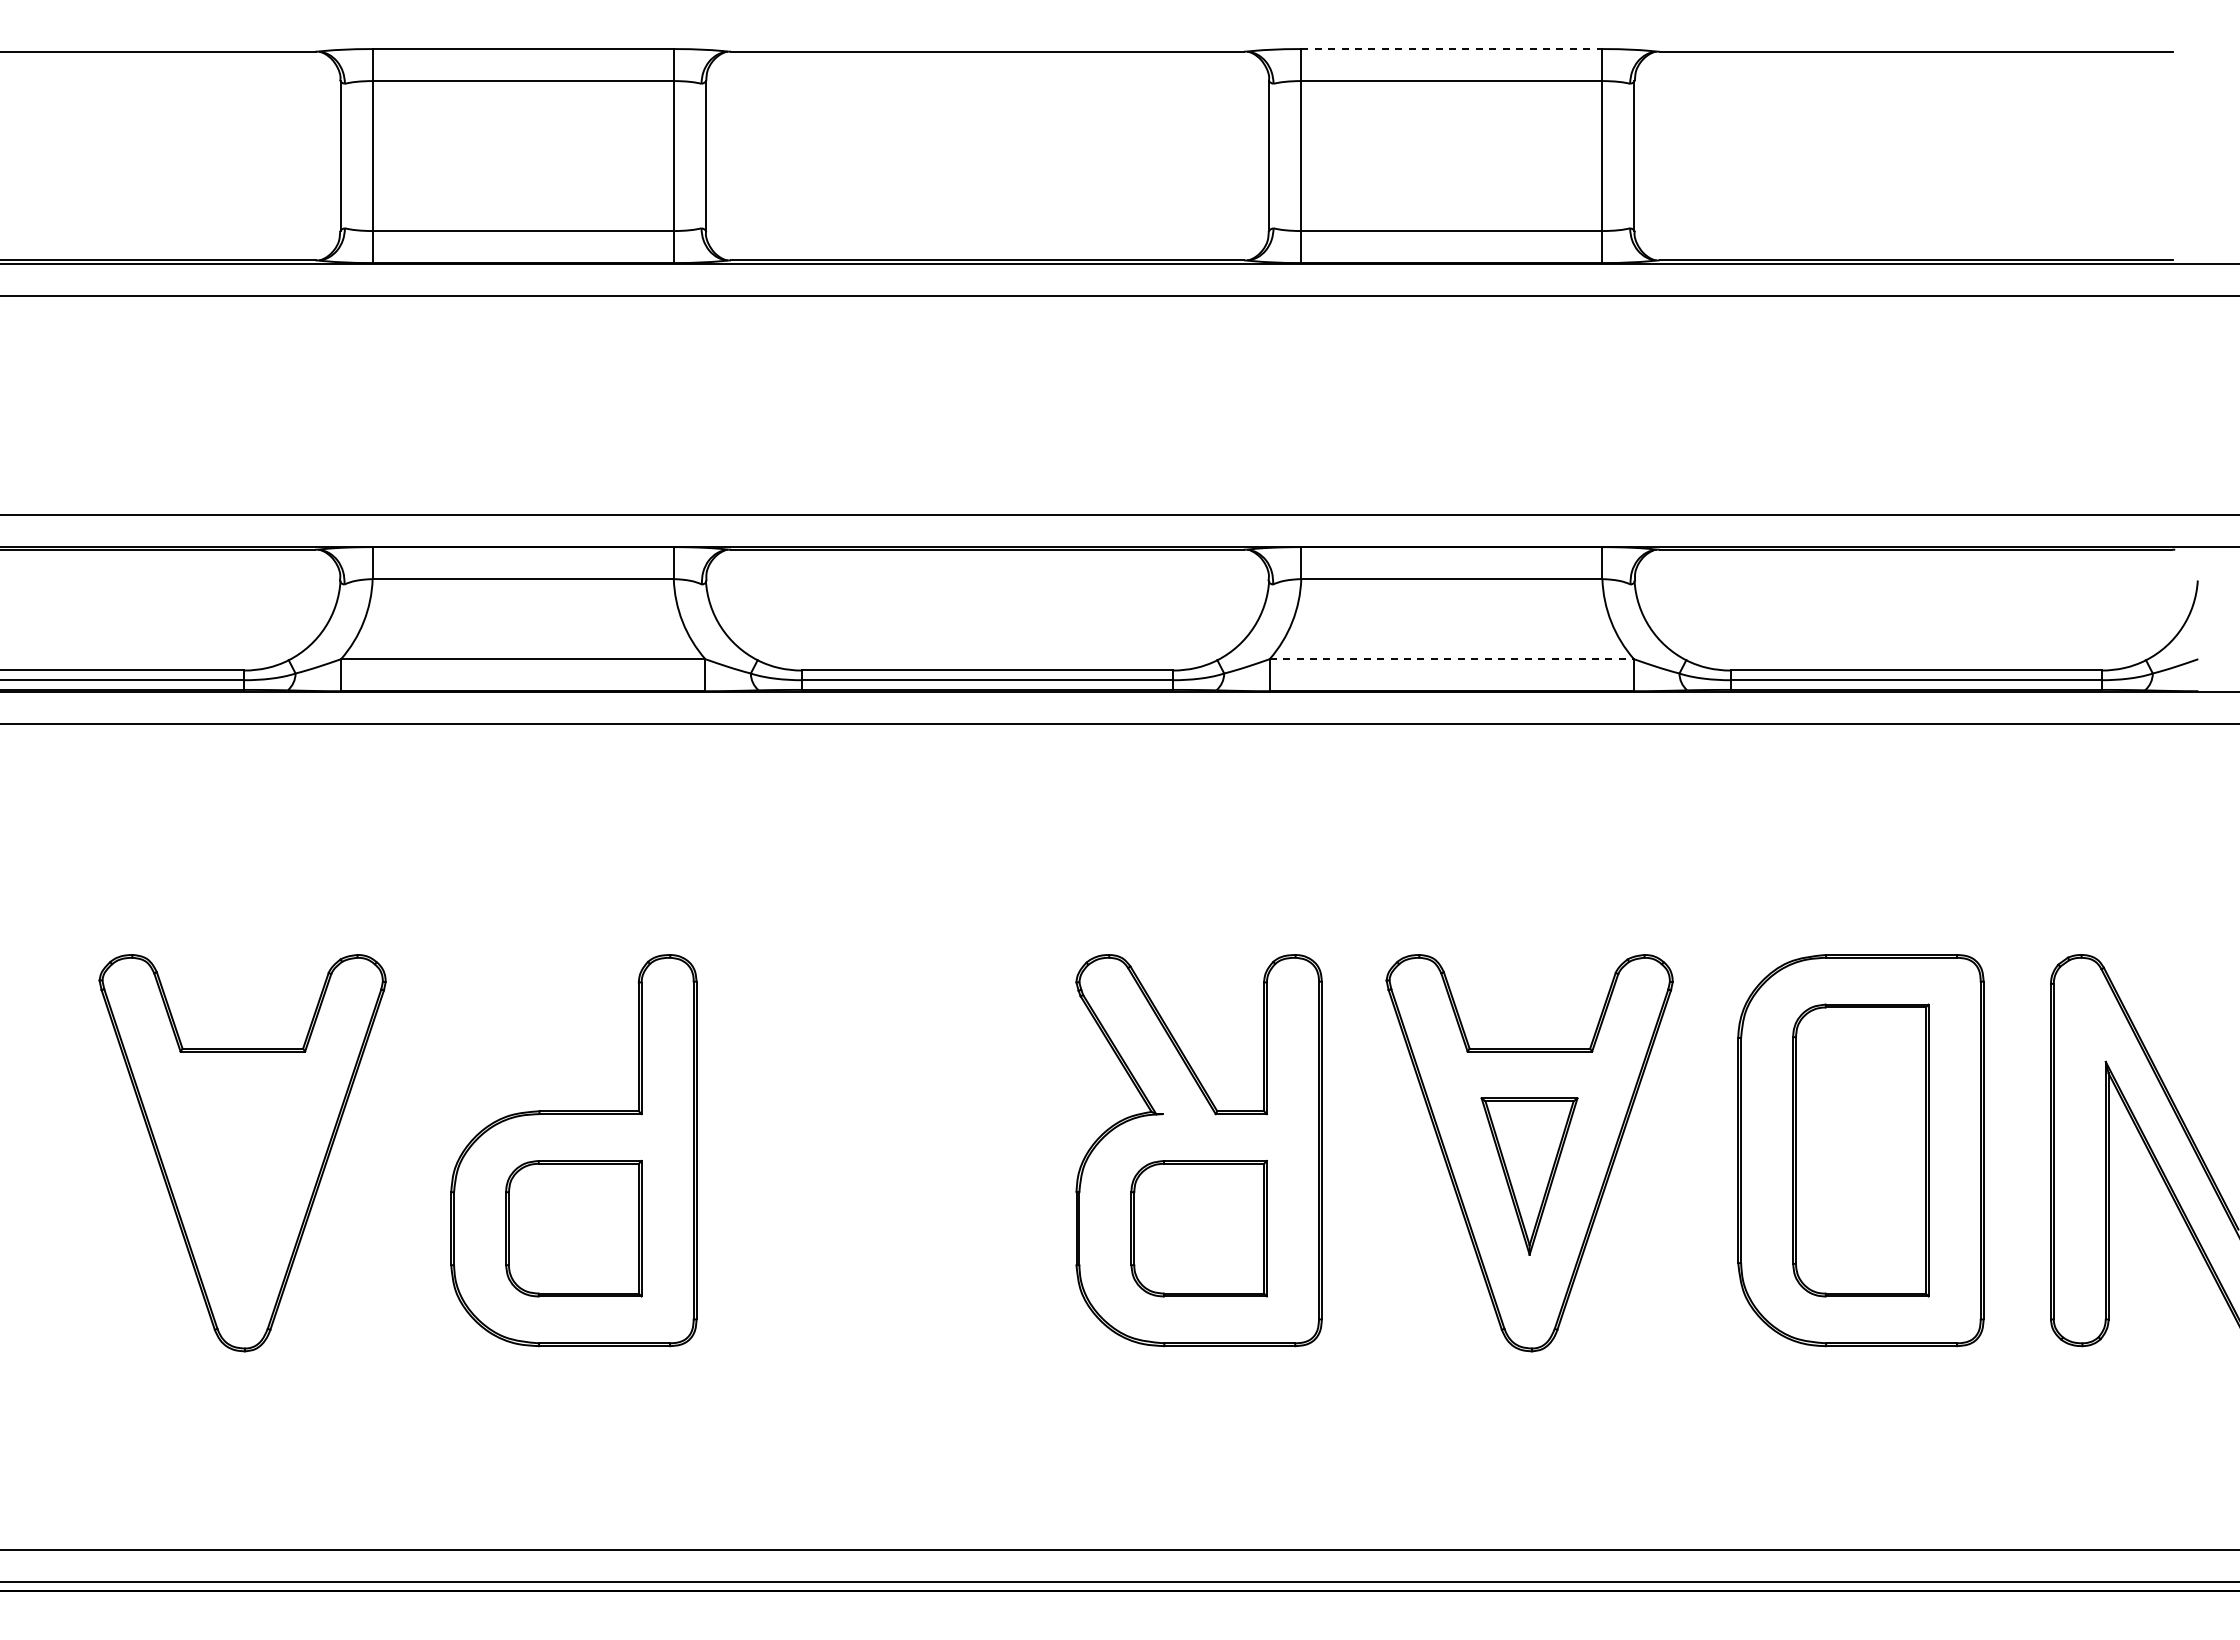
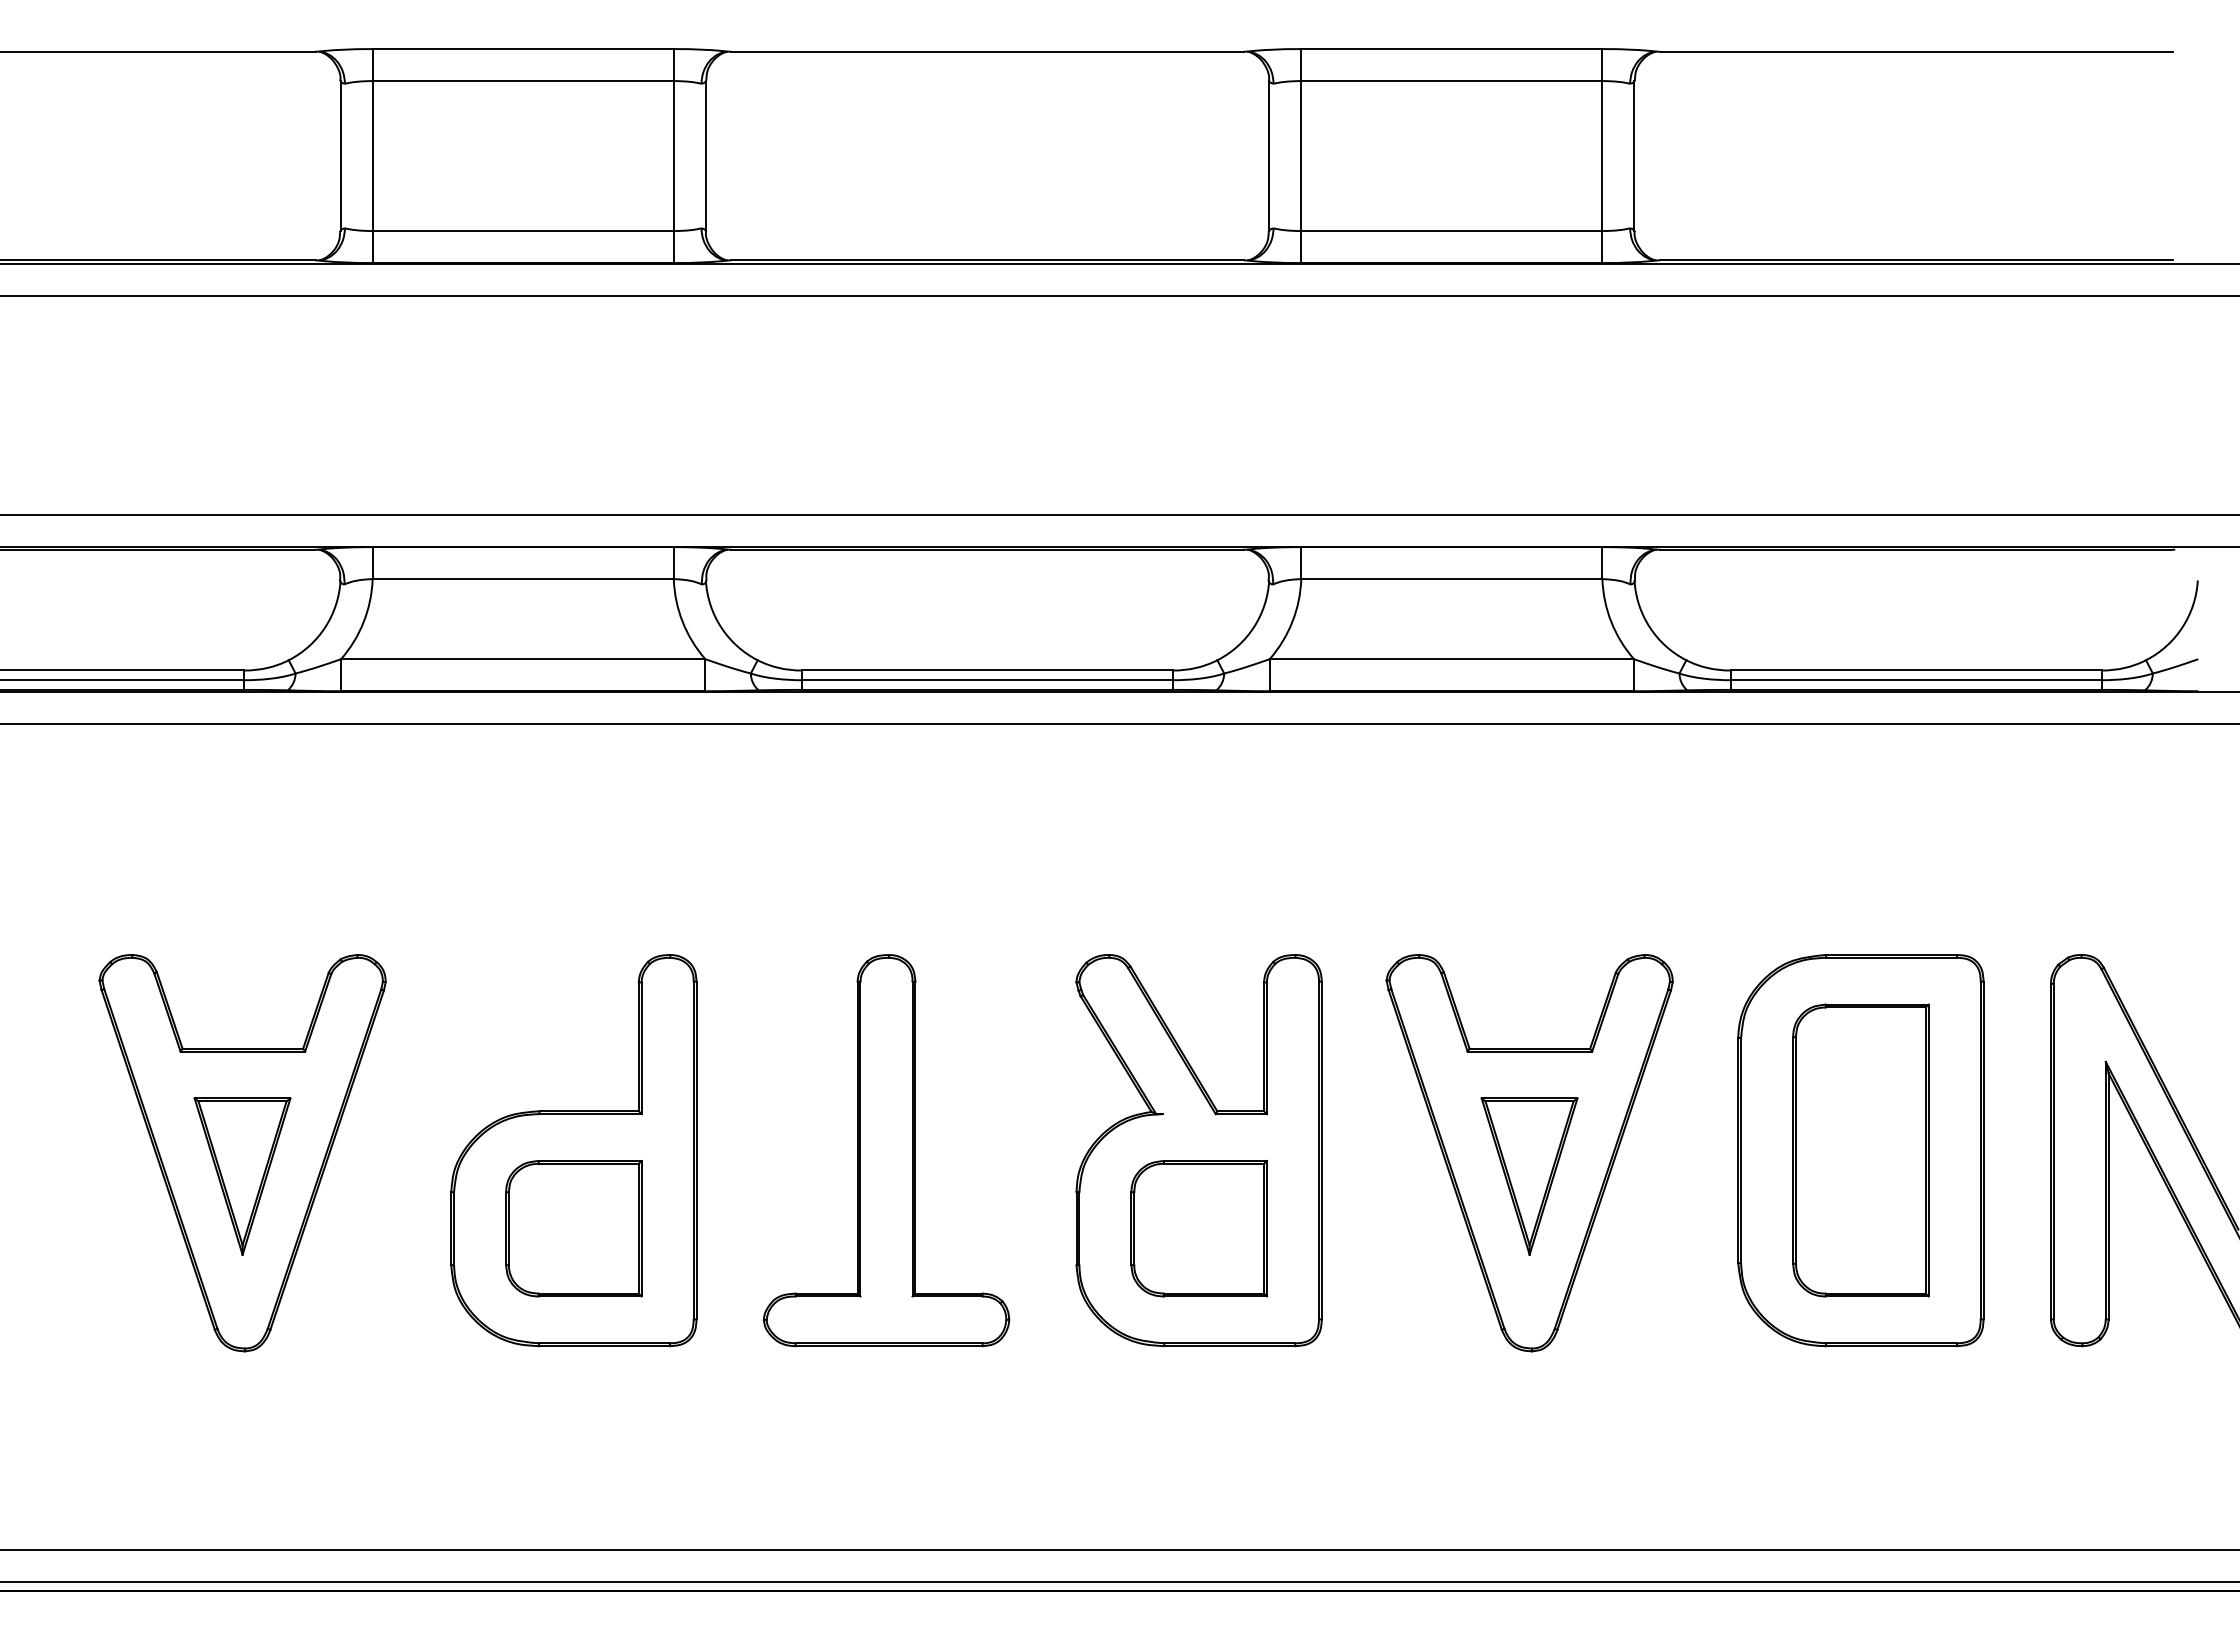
line at (1452, 49): dashed -> solid
line at (1452, 659): dashed -> solid
part at (886, 1150): none -> present
part at (242, 1176): none -> present
